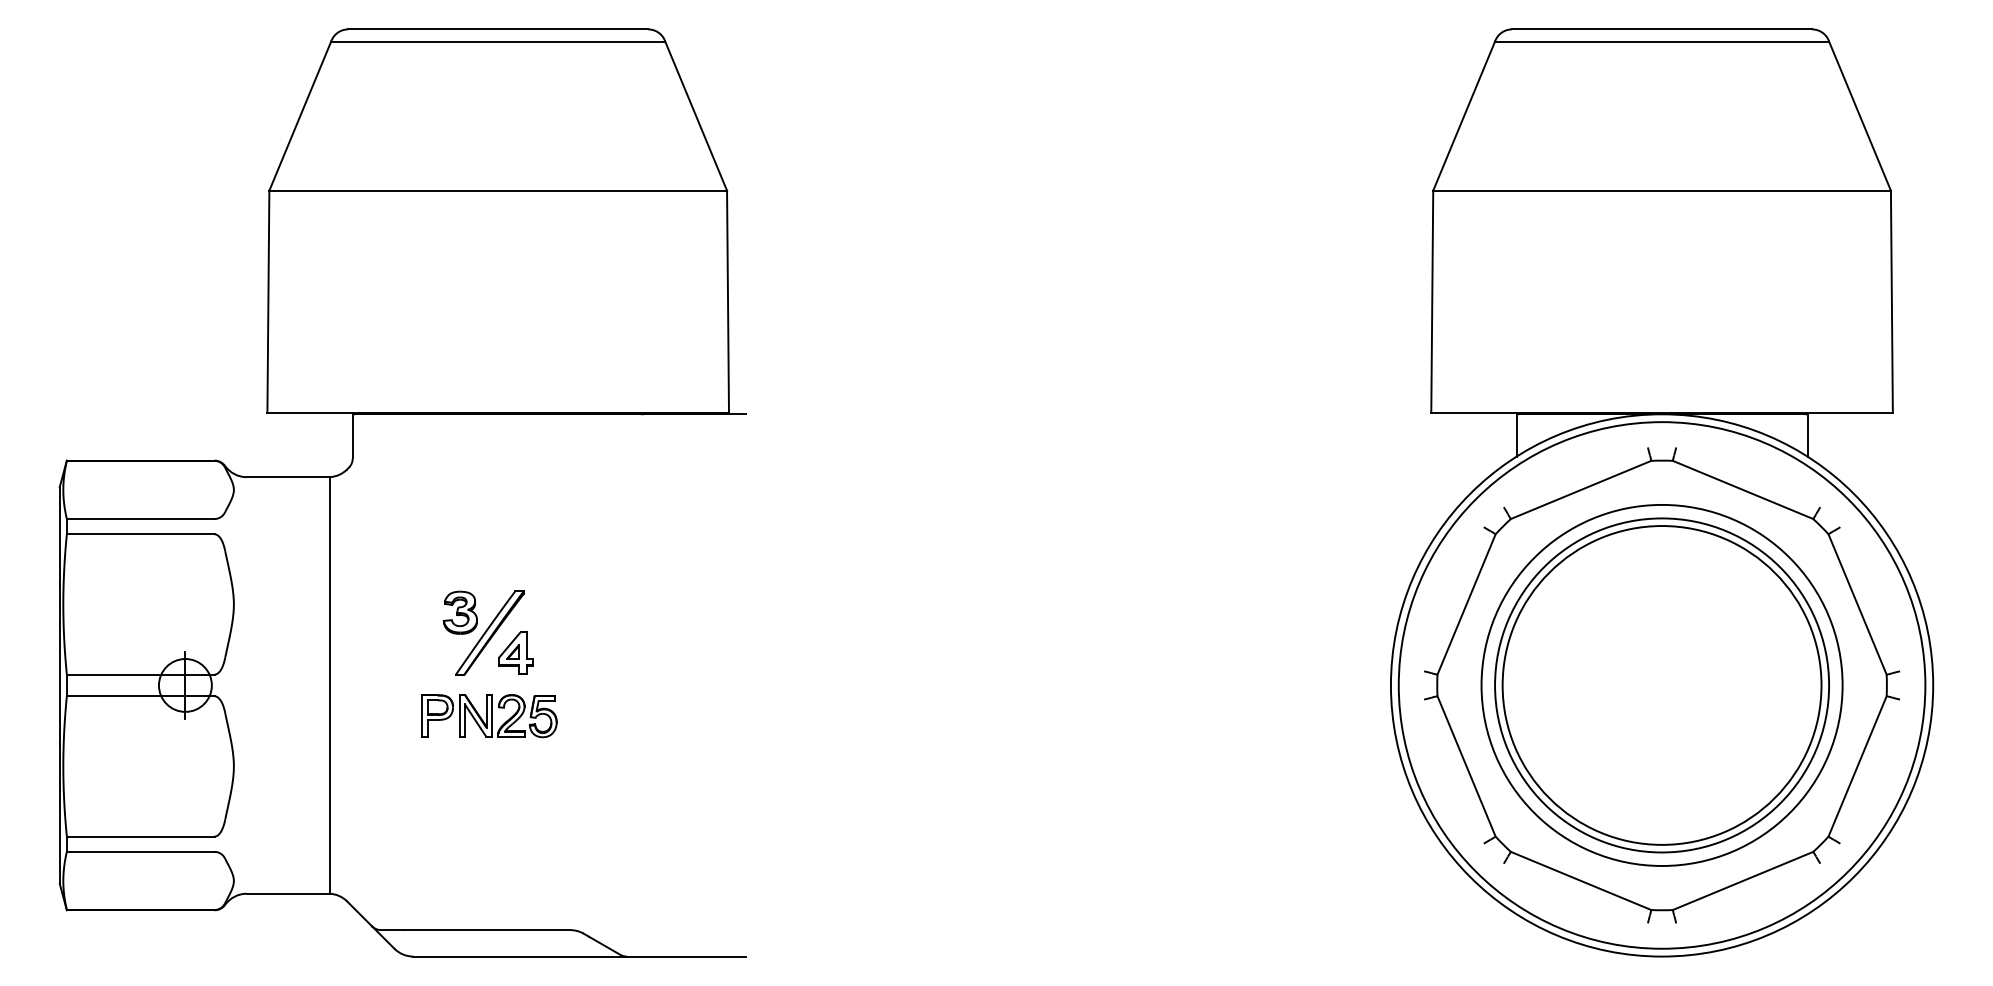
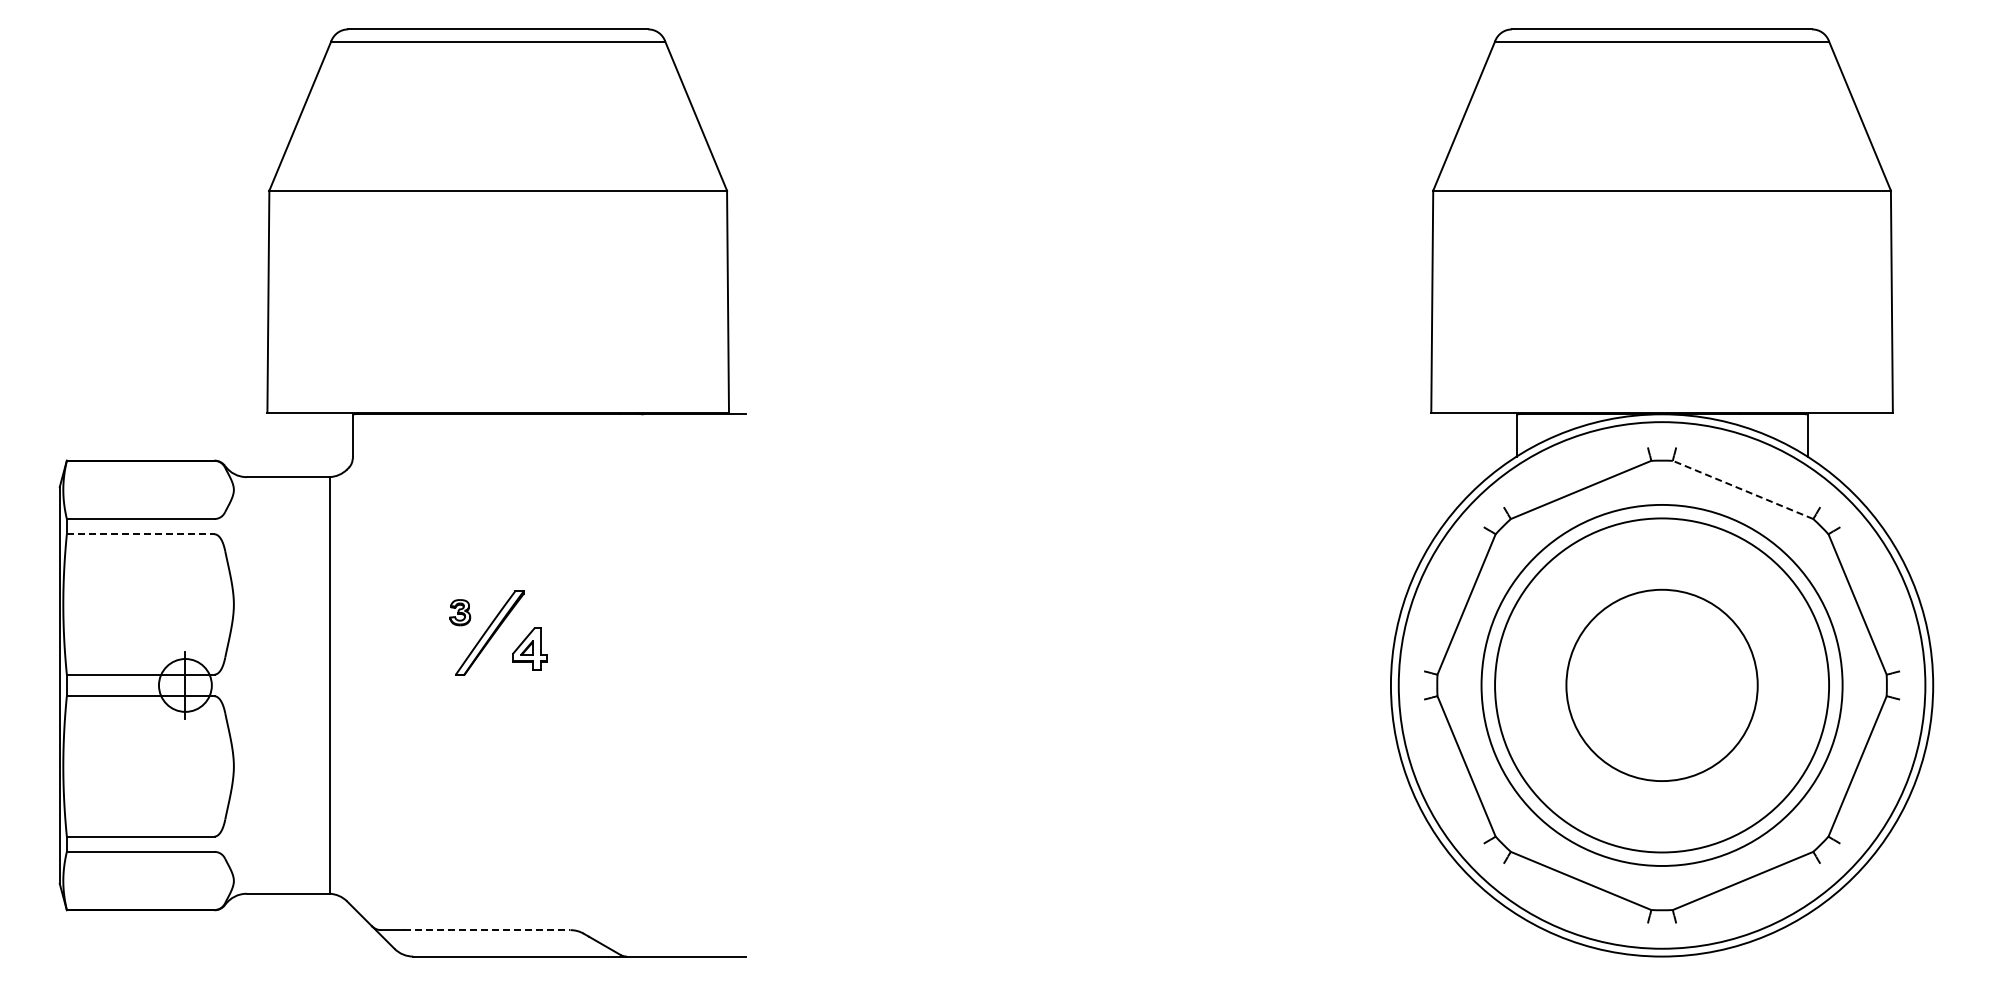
line at (1743, 489): solid -> dashed
line at (140, 534): solid -> dashed
part at (459, 612) size: 36x45 px -> 23x28 px
part at (515, 652) position: (515, 652) -> (529, 648)
circle at (1661, 685) diameter: 319 px -> 191 px
part at (489, 716): present -> none
line at (487, 930): solid -> dashed
